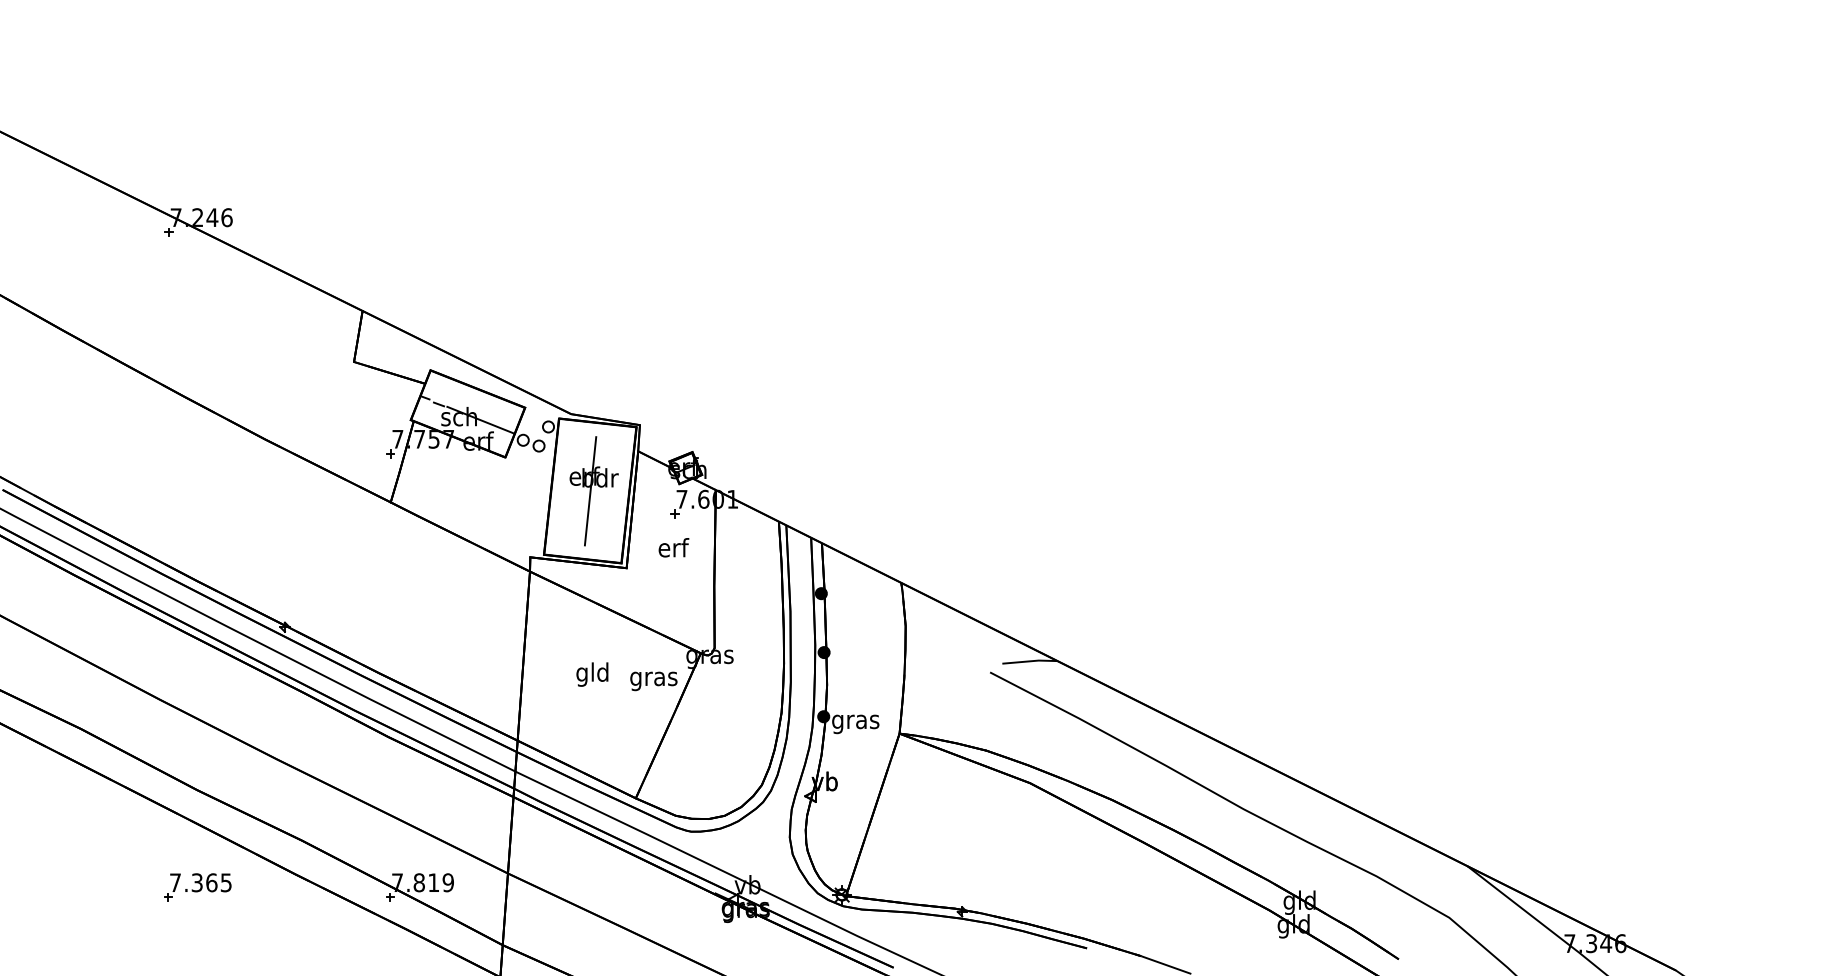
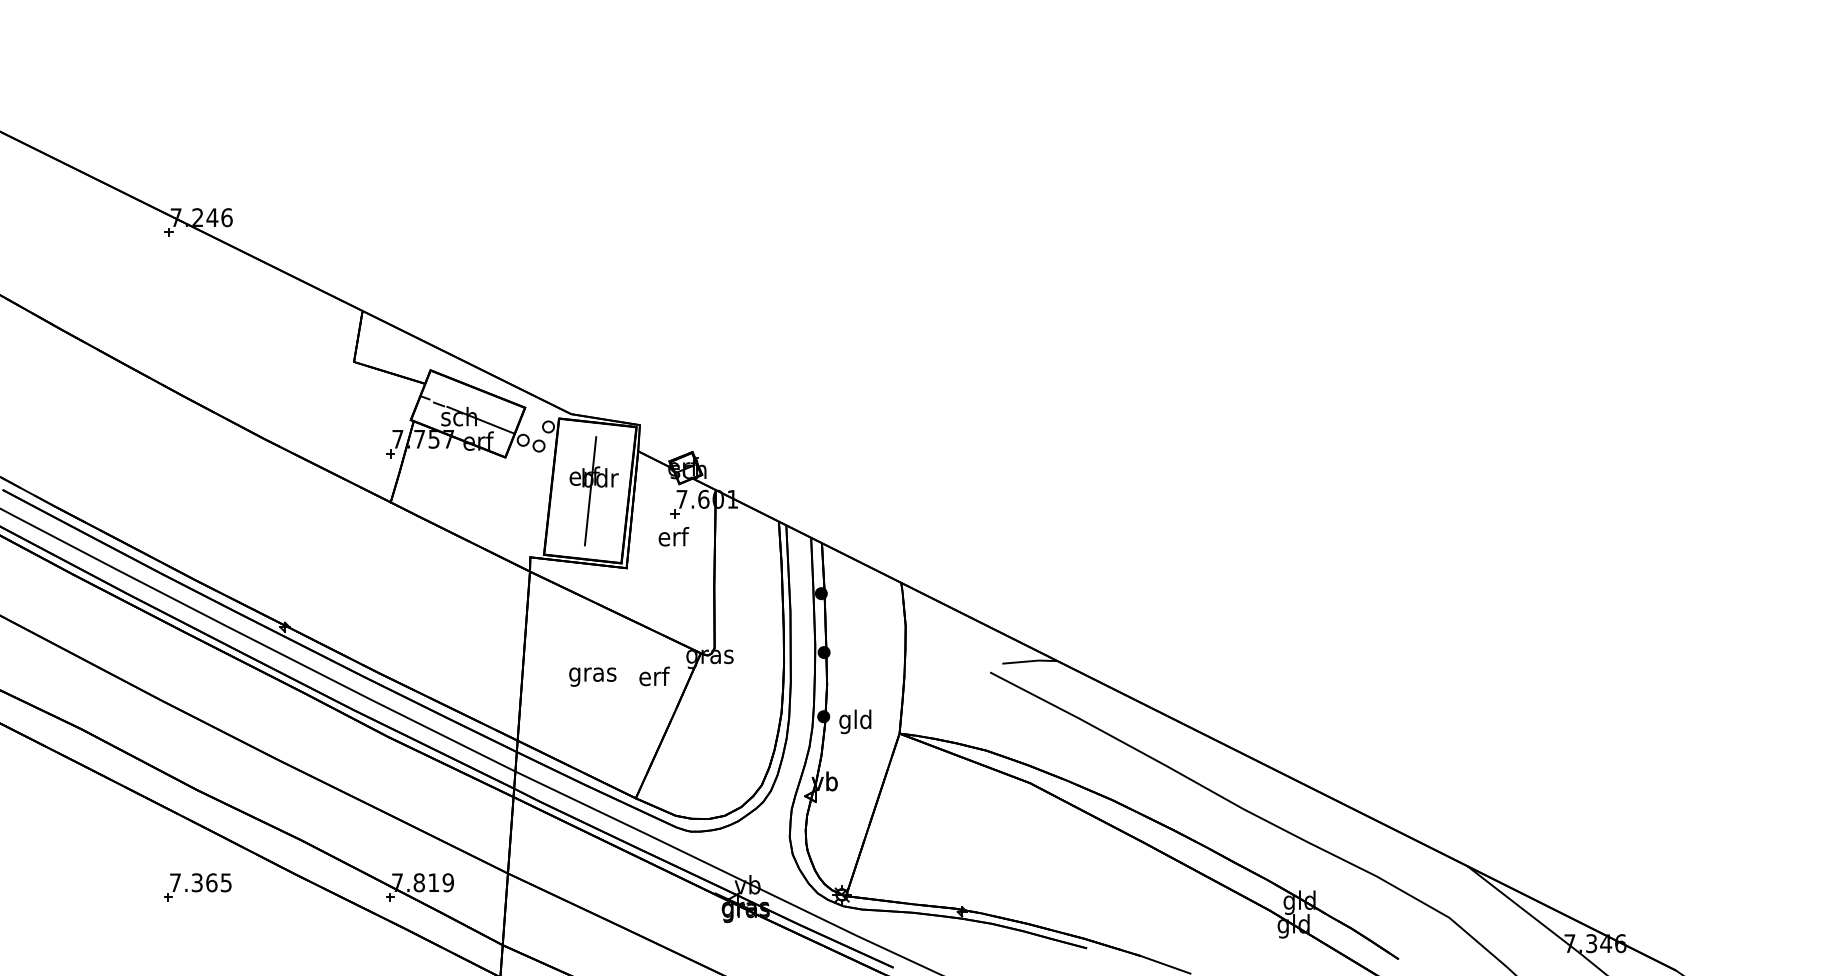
text at (673, 547) position: (673, 547) -> (673, 536)
text at (592, 674): gld -> gras
text at (653, 678): gras -> erf
text at (855, 721): gras -> gld
